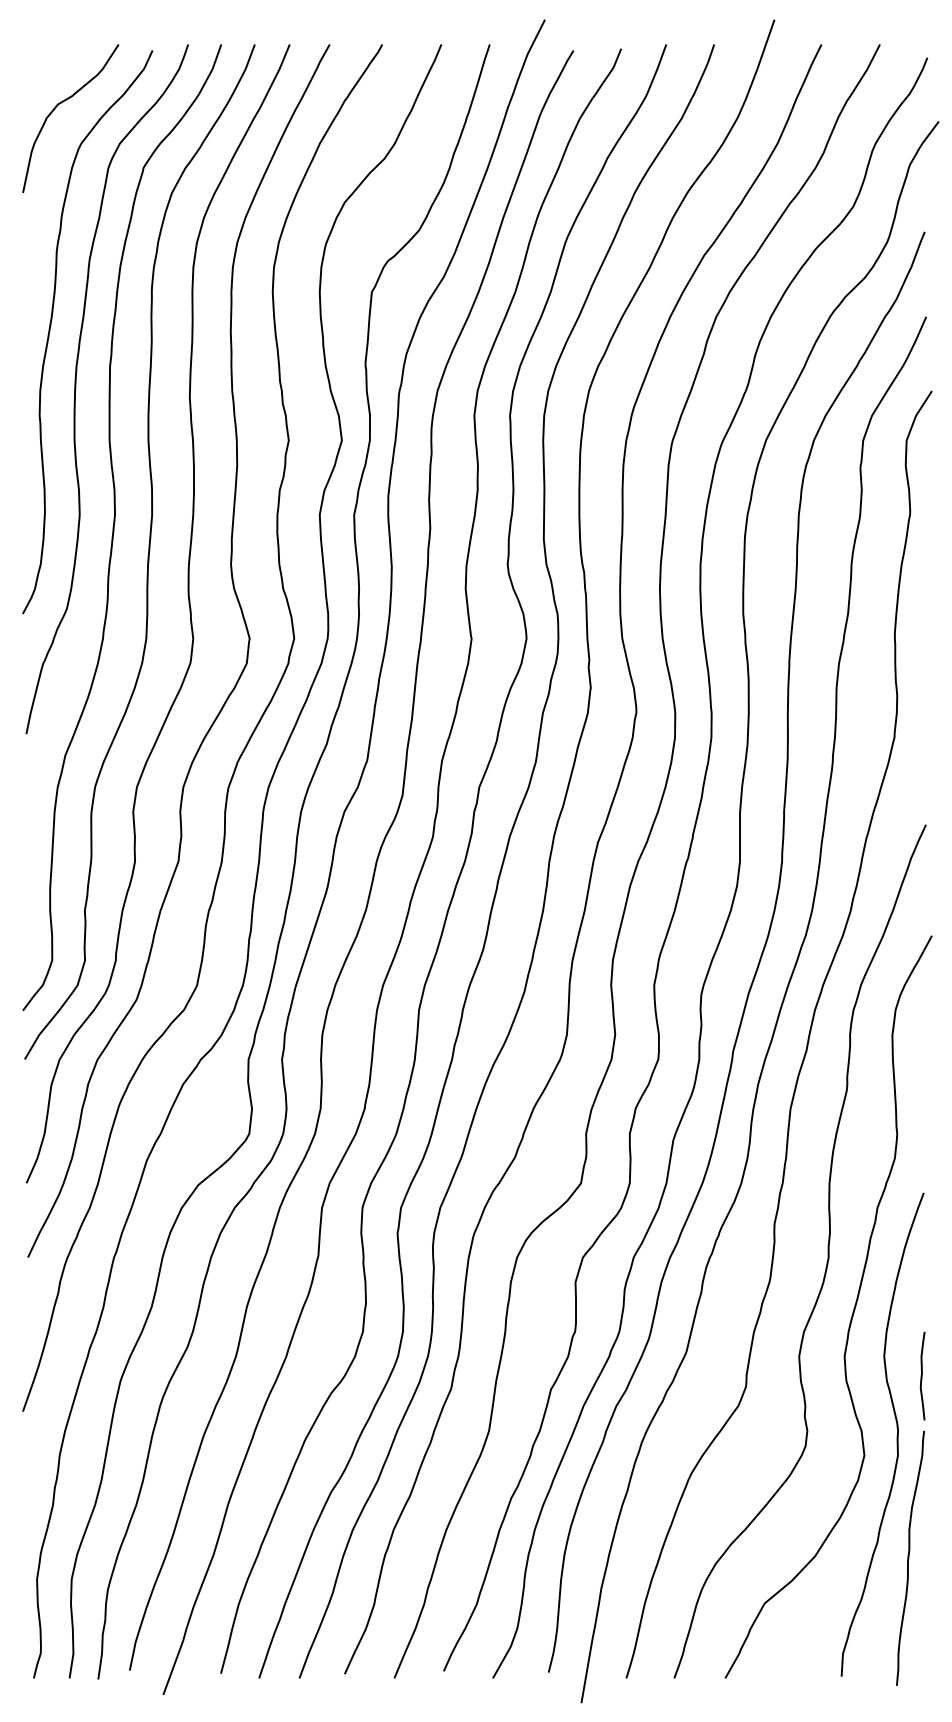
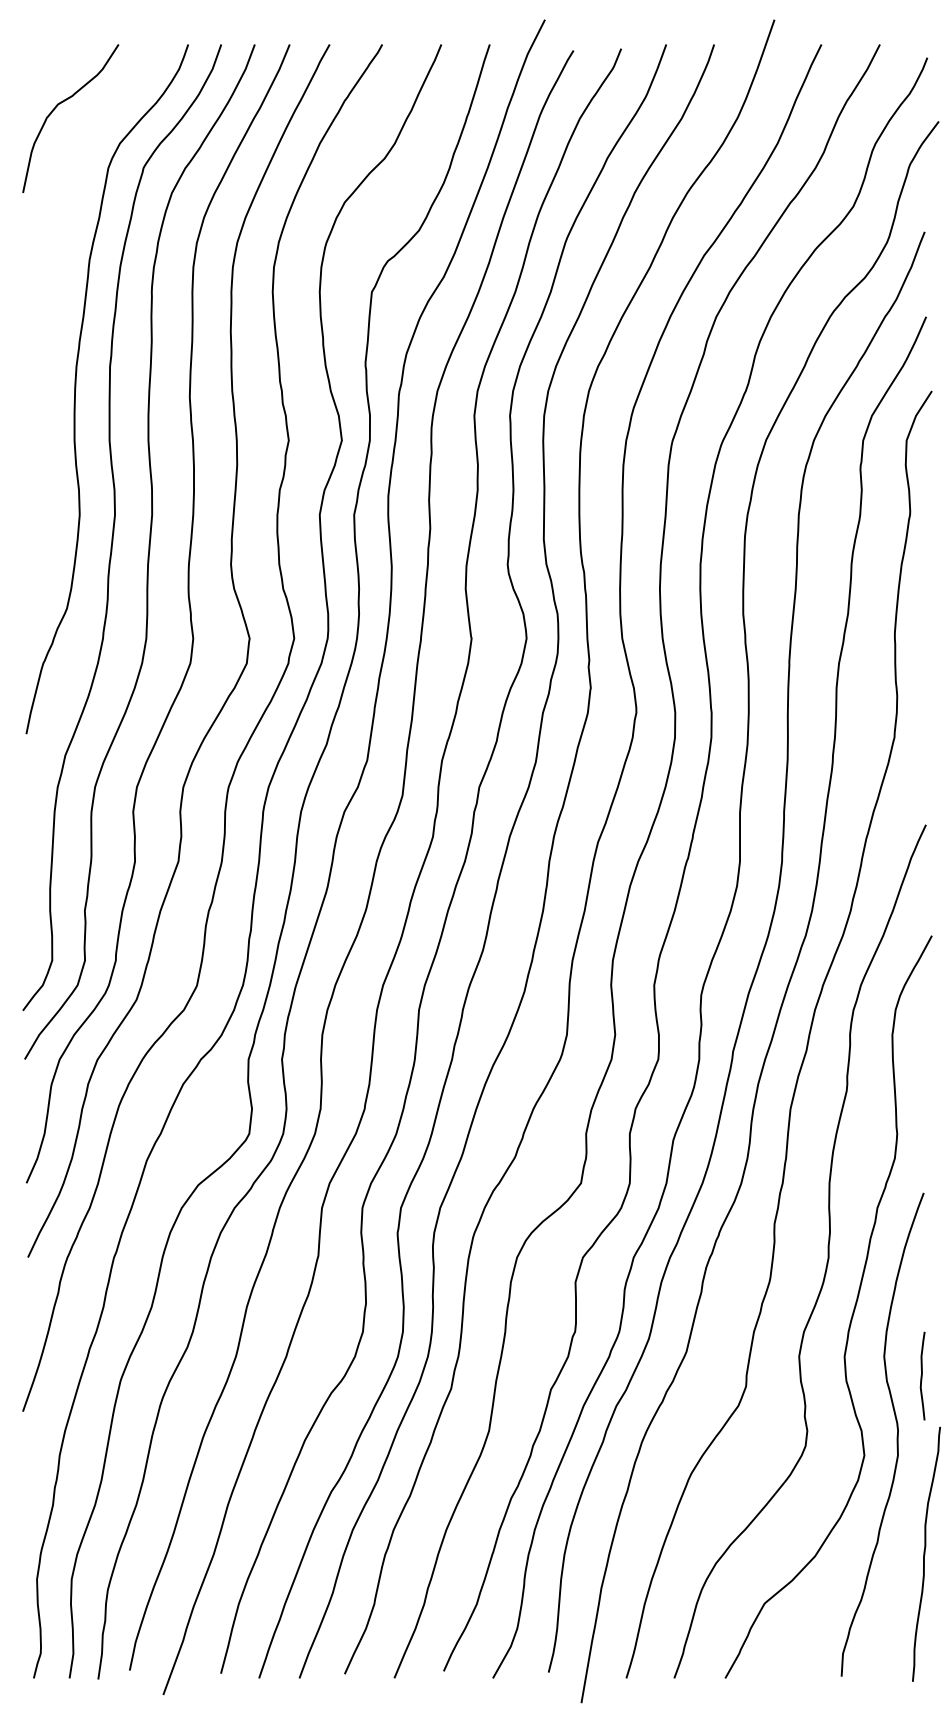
curve at (51, 326): present -> none
curve at (909, 1557) position: (909, 1557) -> (925, 1553)
